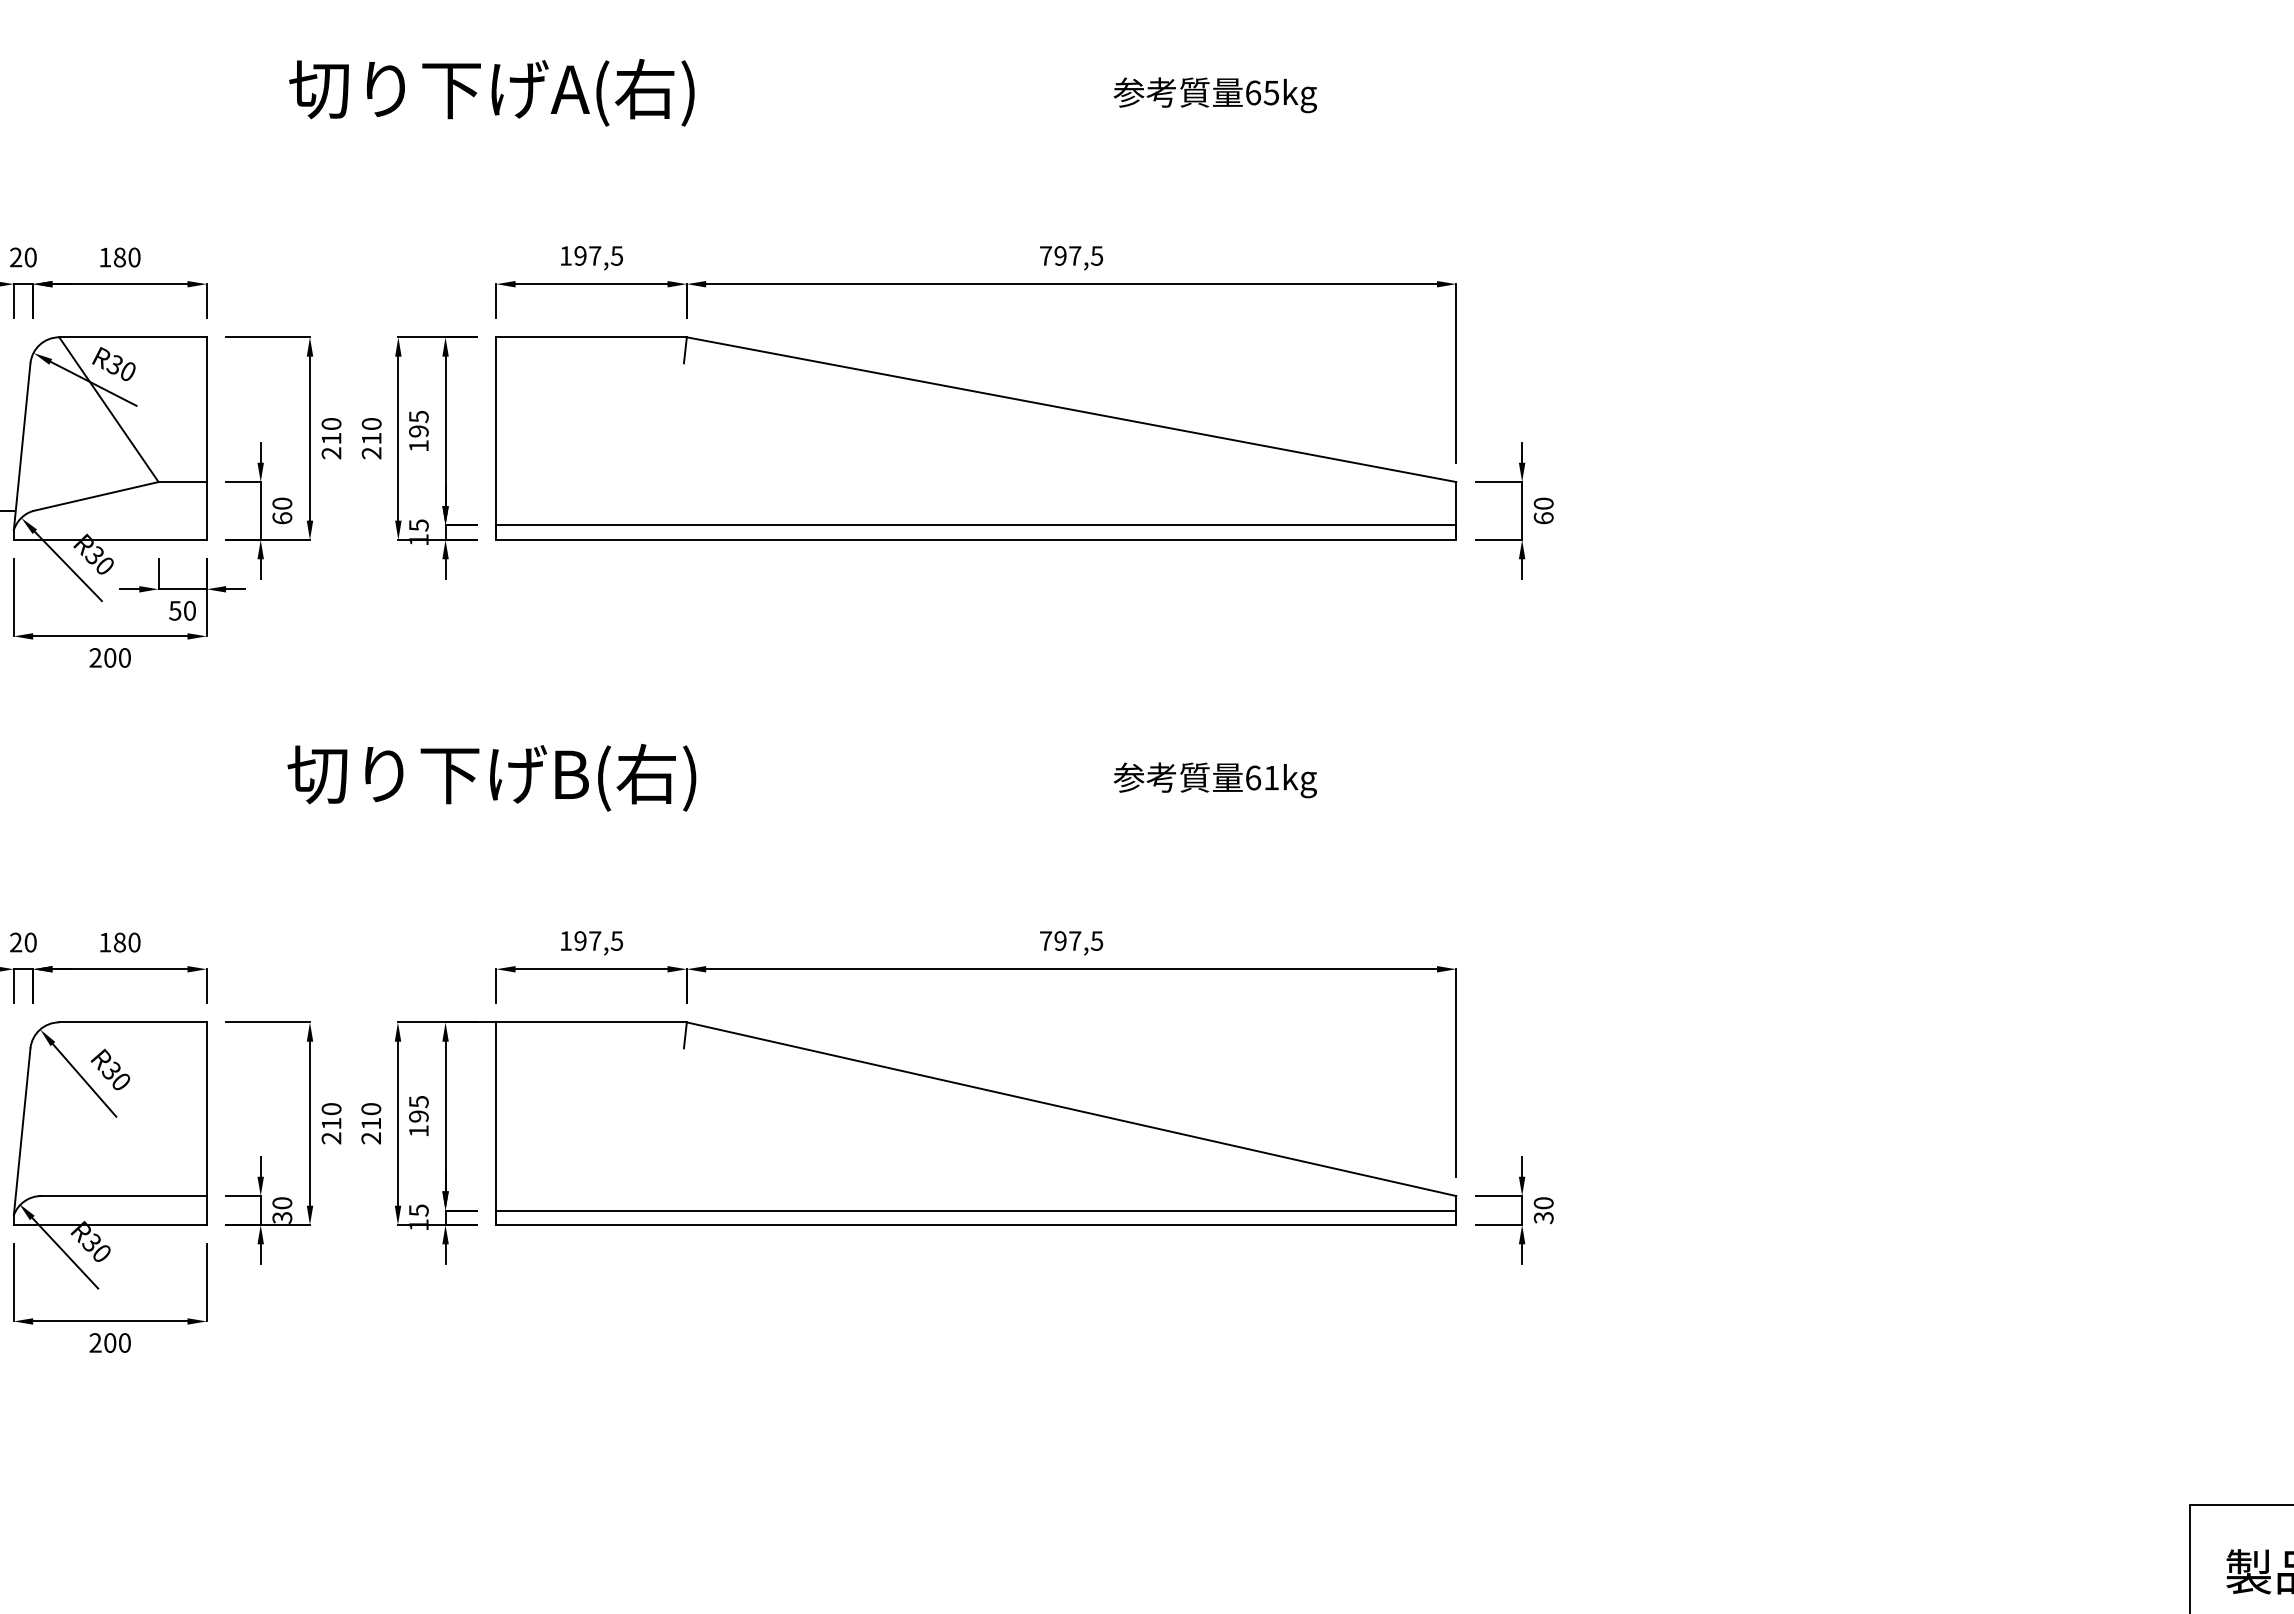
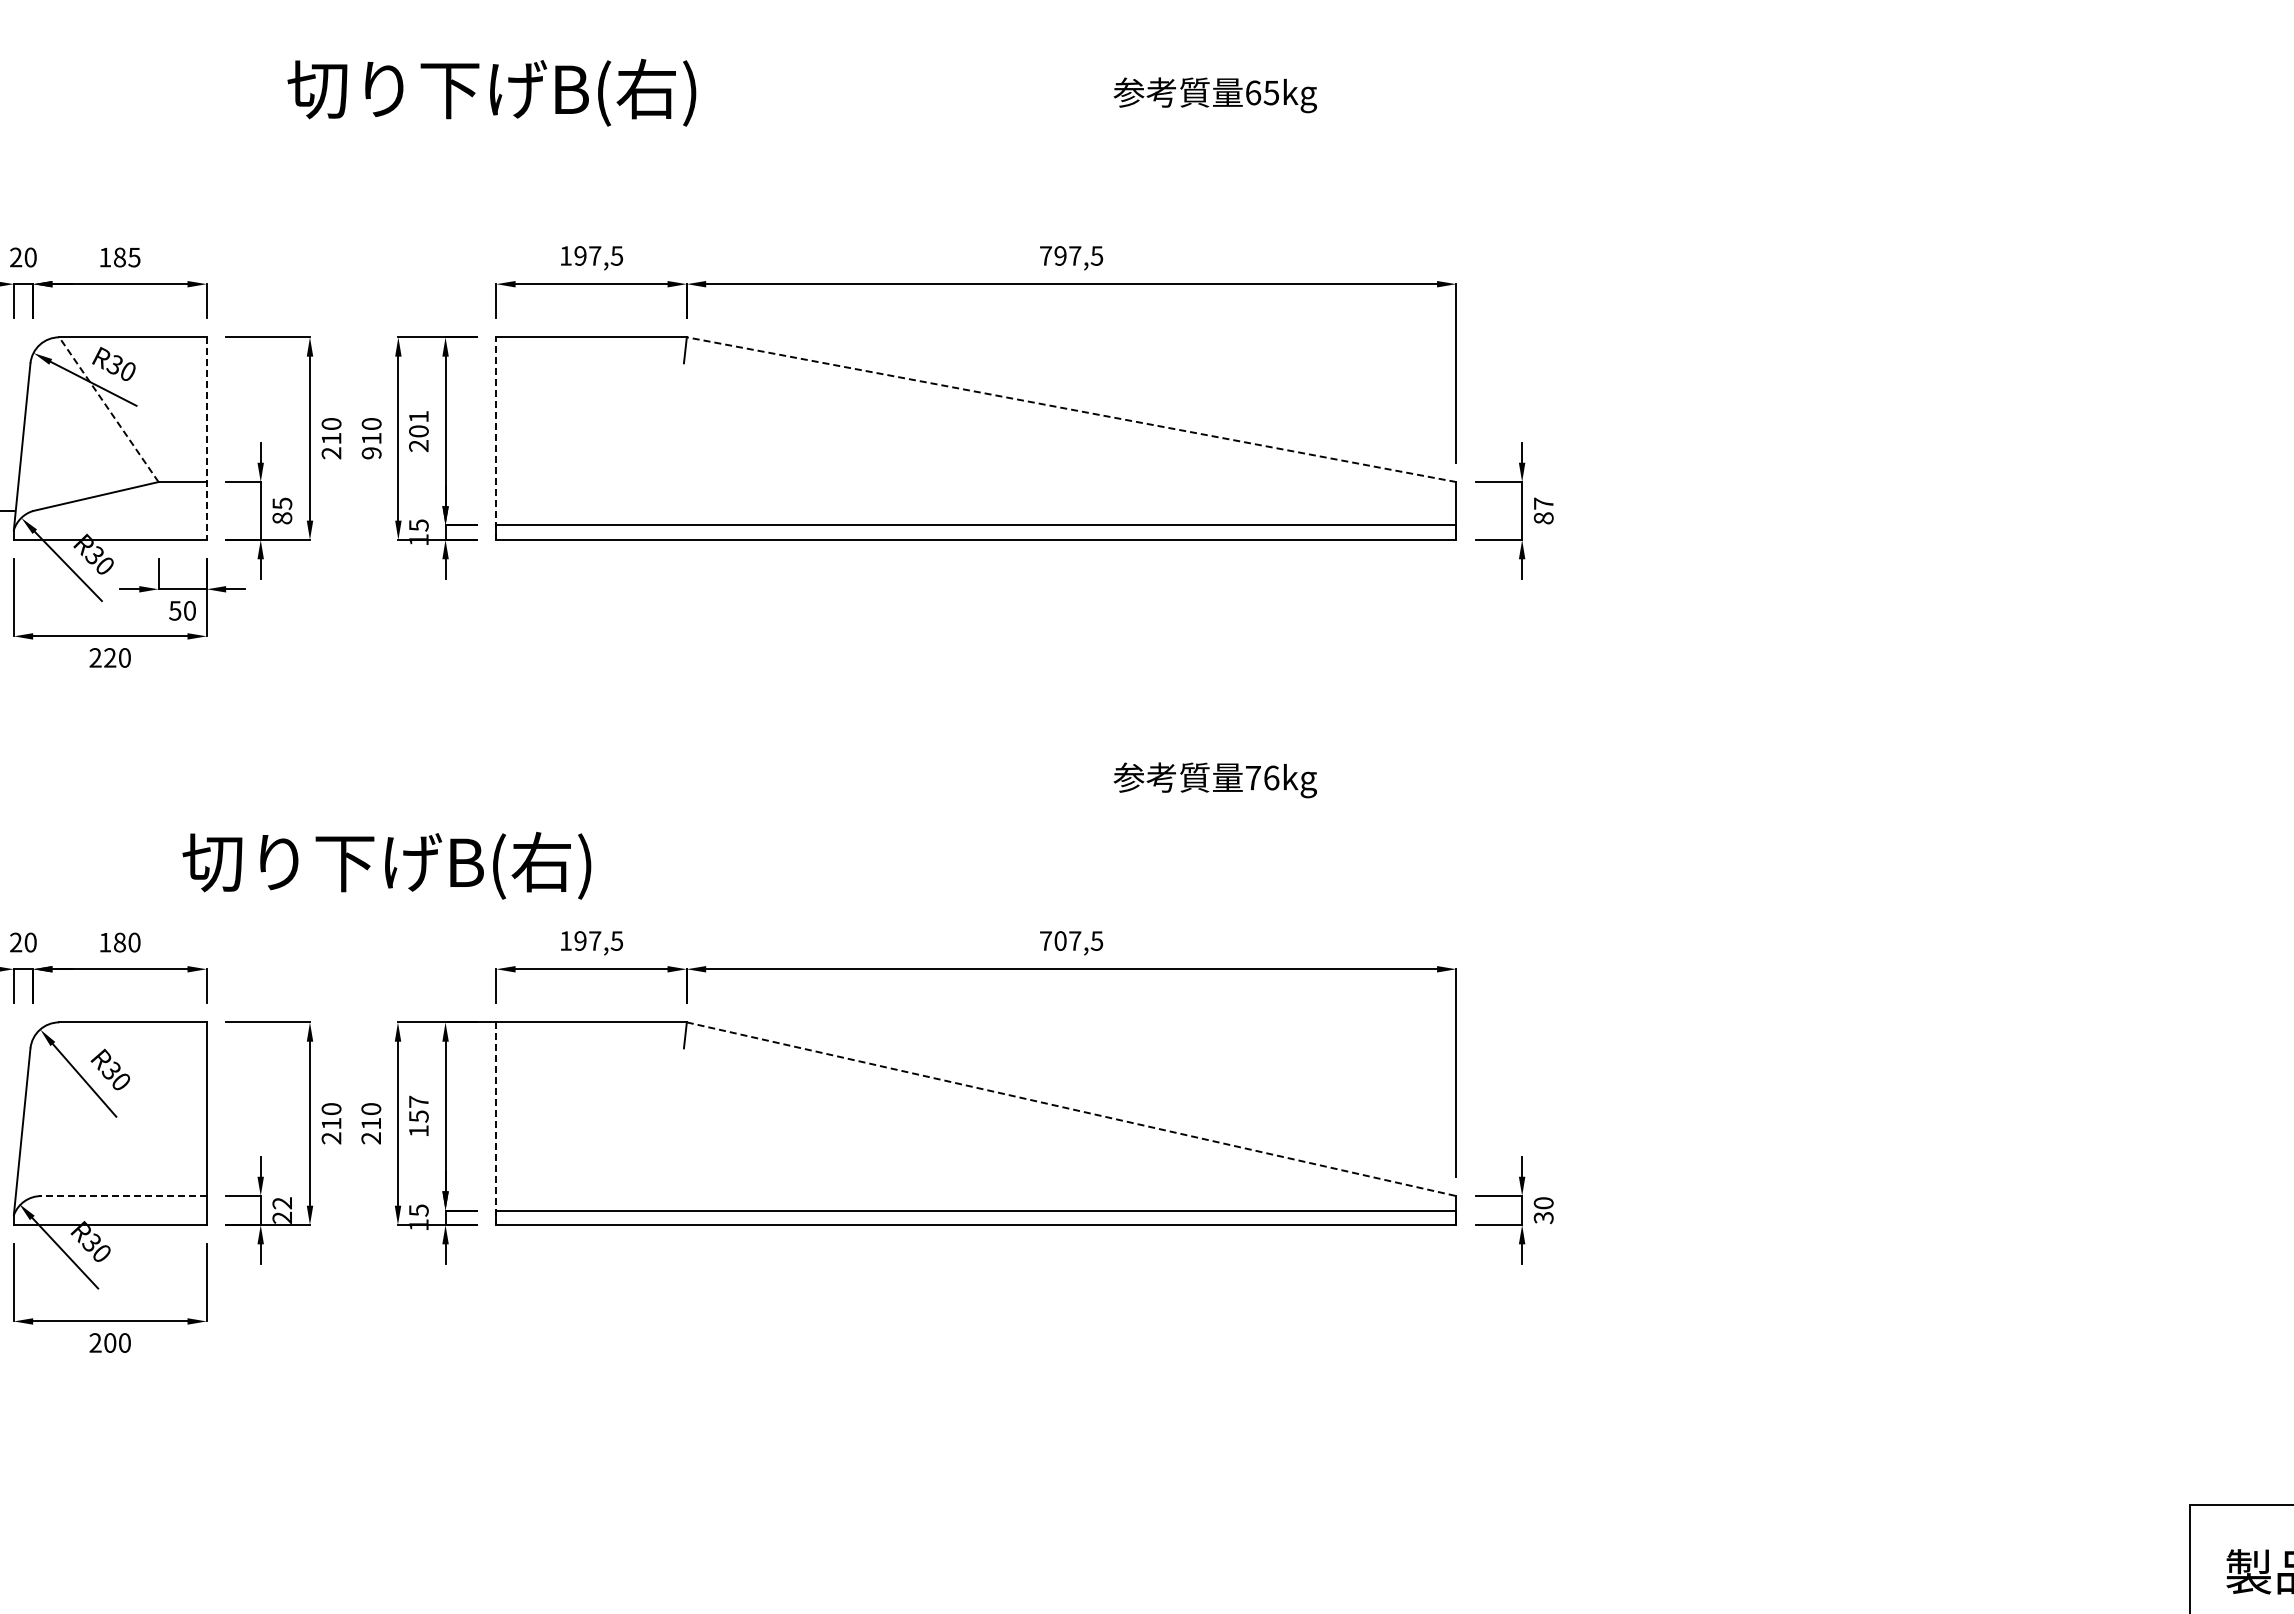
text at (491, 92): 切り下げA(右) -> 切り下げB(右)
text at (134, 257): 180 -> 185
line at (108, 409): solid -> dashed
line at (1071, 409): solid -> dashed
text at (418, 431): 195 -> 201
line at (496, 438): solid -> dashed
line at (206, 439): solid -> dashed
text at (371, 453): 210 -> 910
text at (282, 510): 60 -> 85
text at (1543, 510): 60 -> 87
text at (110, 657): 200 -> 220
text at (491, 777) position: (491, 777) -> (386, 865)
text at (1262, 777): 61kg -> 76kg
text at (1060, 940): 797,5 -> 707,5
text at (418, 1108): 195 -> 157
line at (1072, 1109): solid -> dashed
line at (496, 1124): solid -> dashed
line at (122, 1196): solid -> dashed
text at (282, 1210): 30 -> 22
